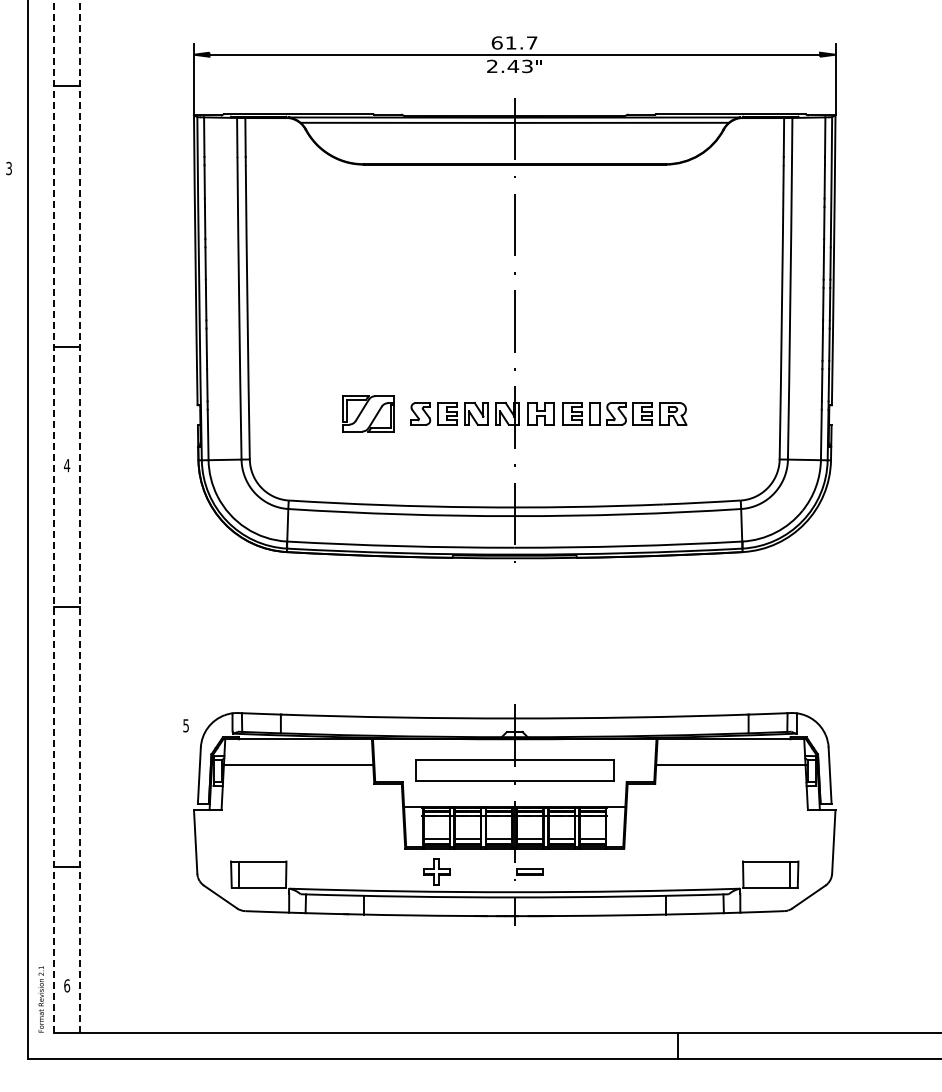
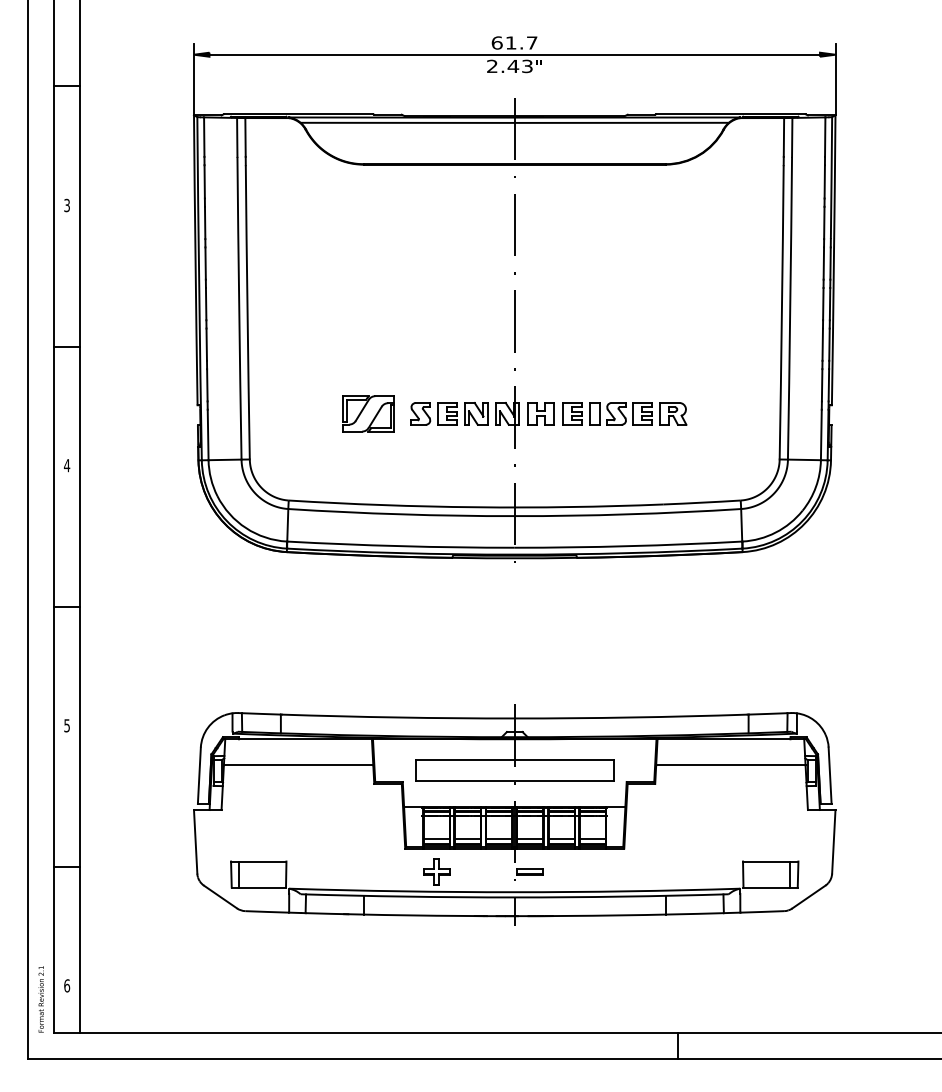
text at (8, 168) position: (8, 168) -> (66, 205)
line at (54, 516): dashed -> solid
line at (80, 516): dashed -> solid
text at (185, 725) position: (185, 725) -> (66, 725)
